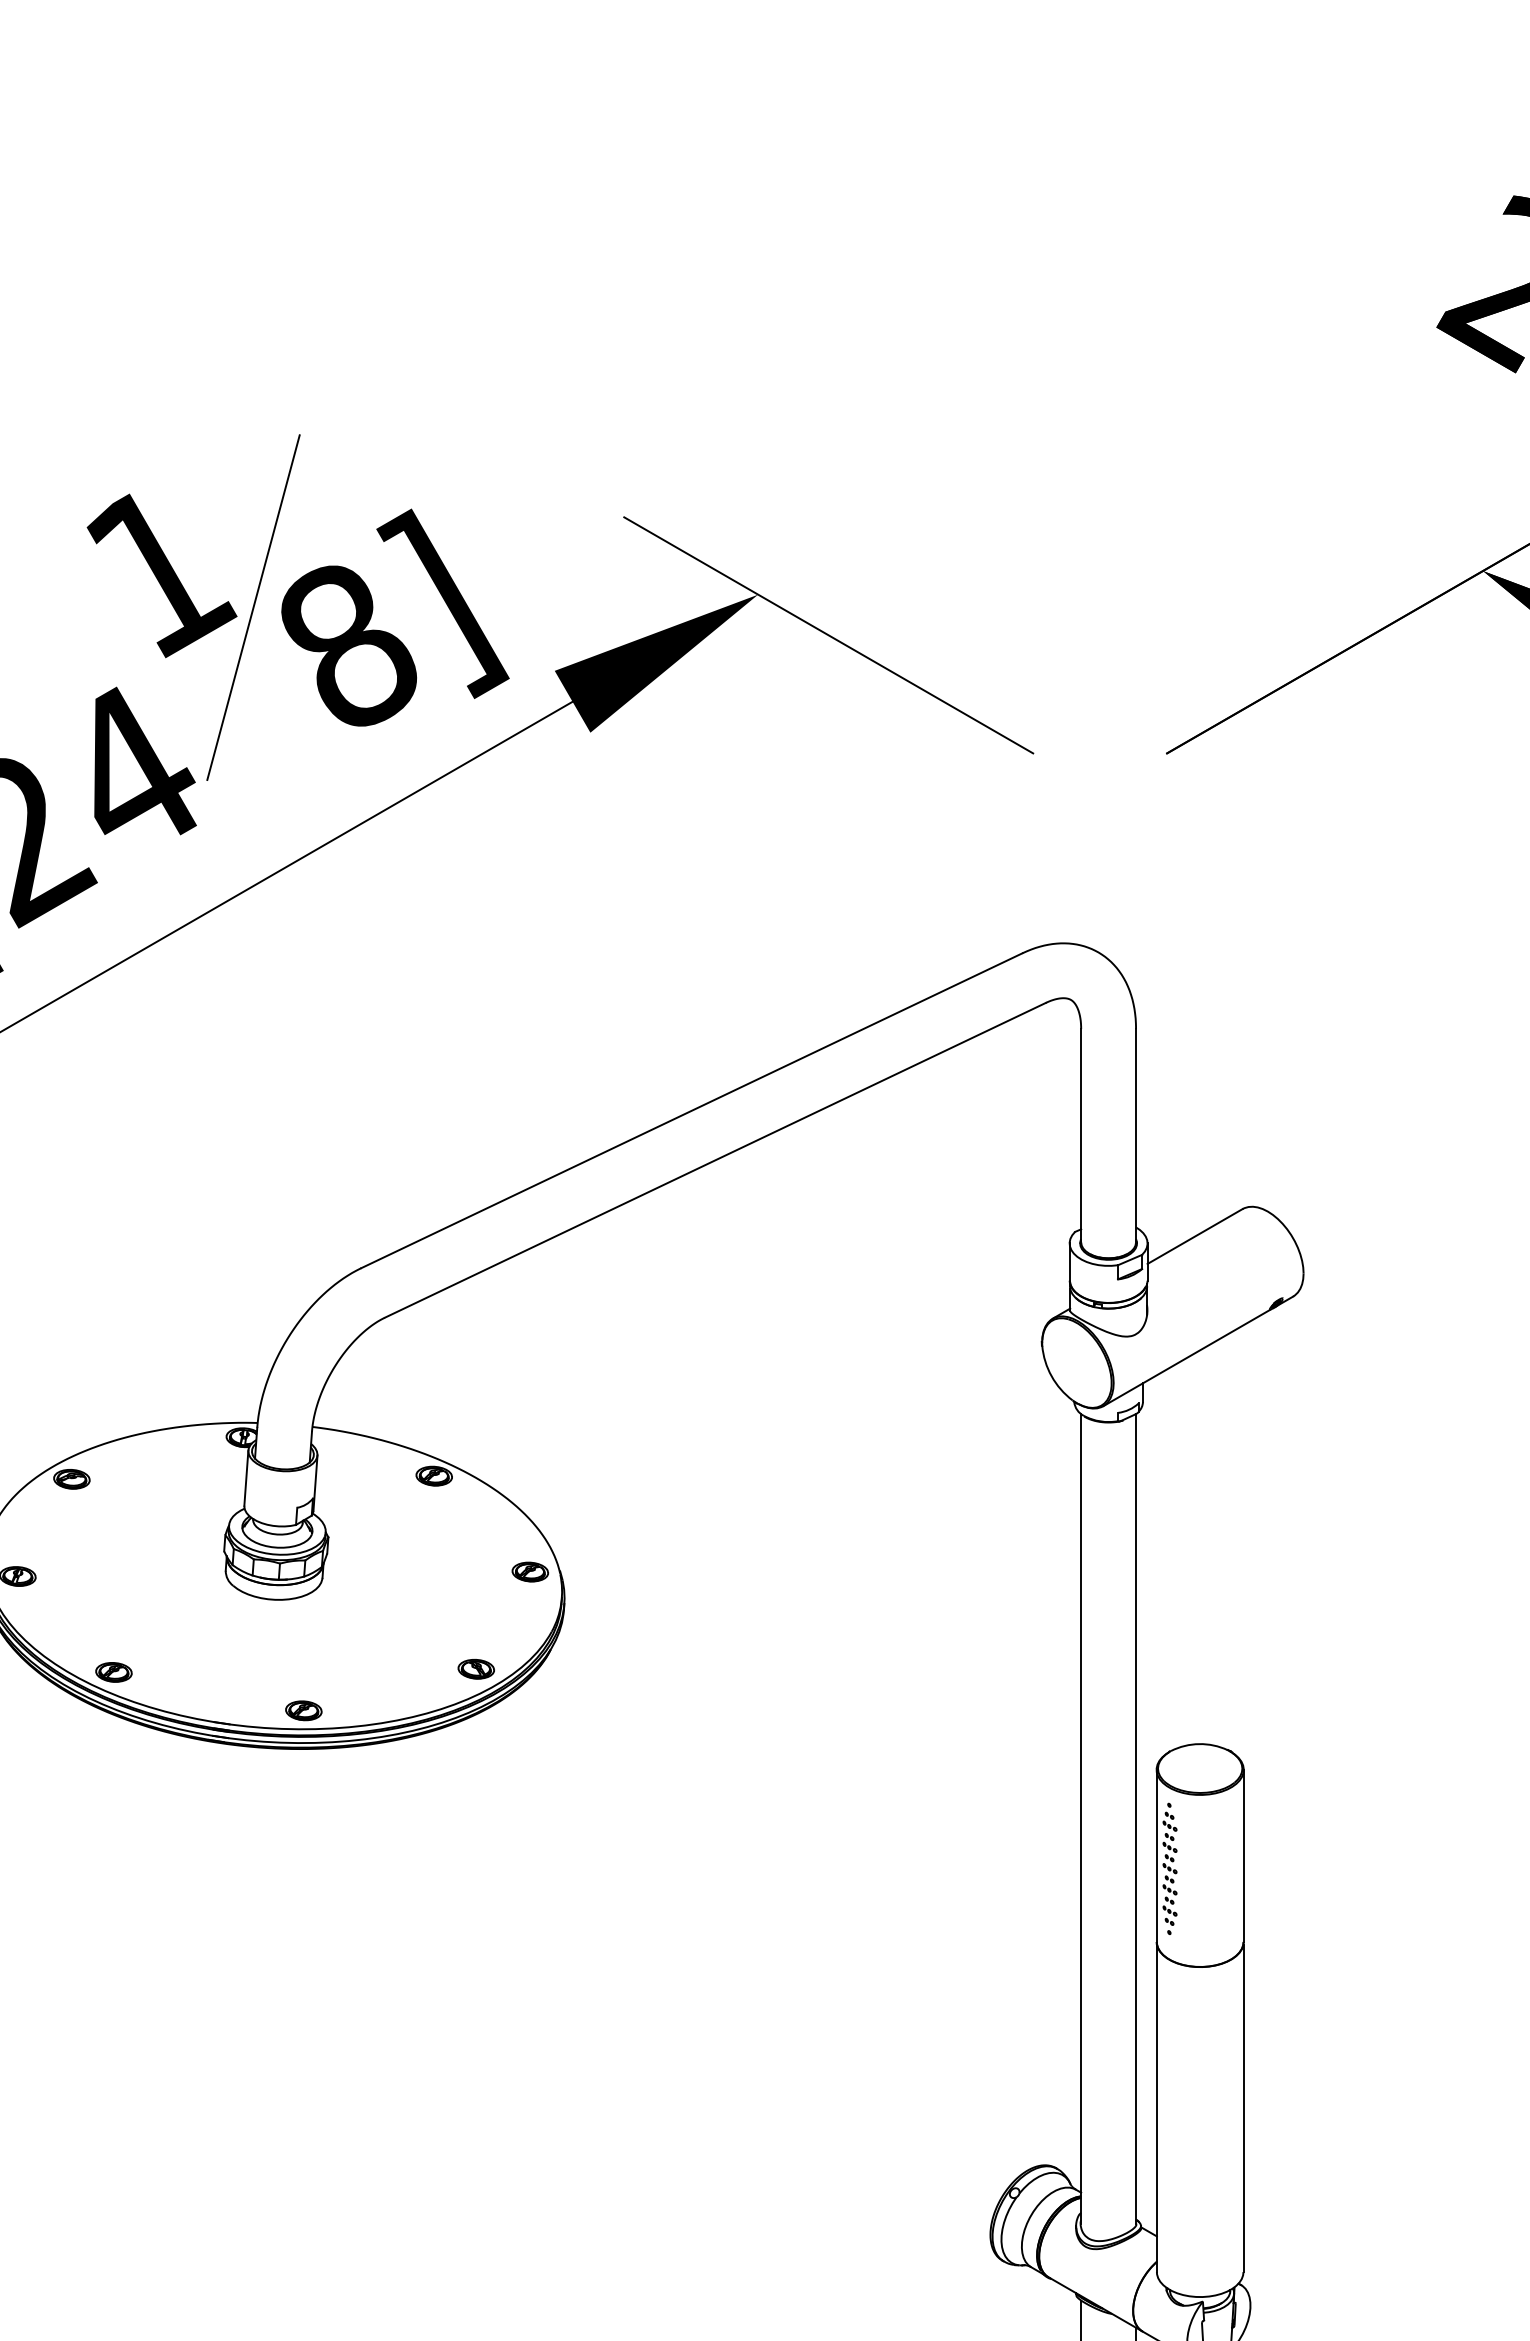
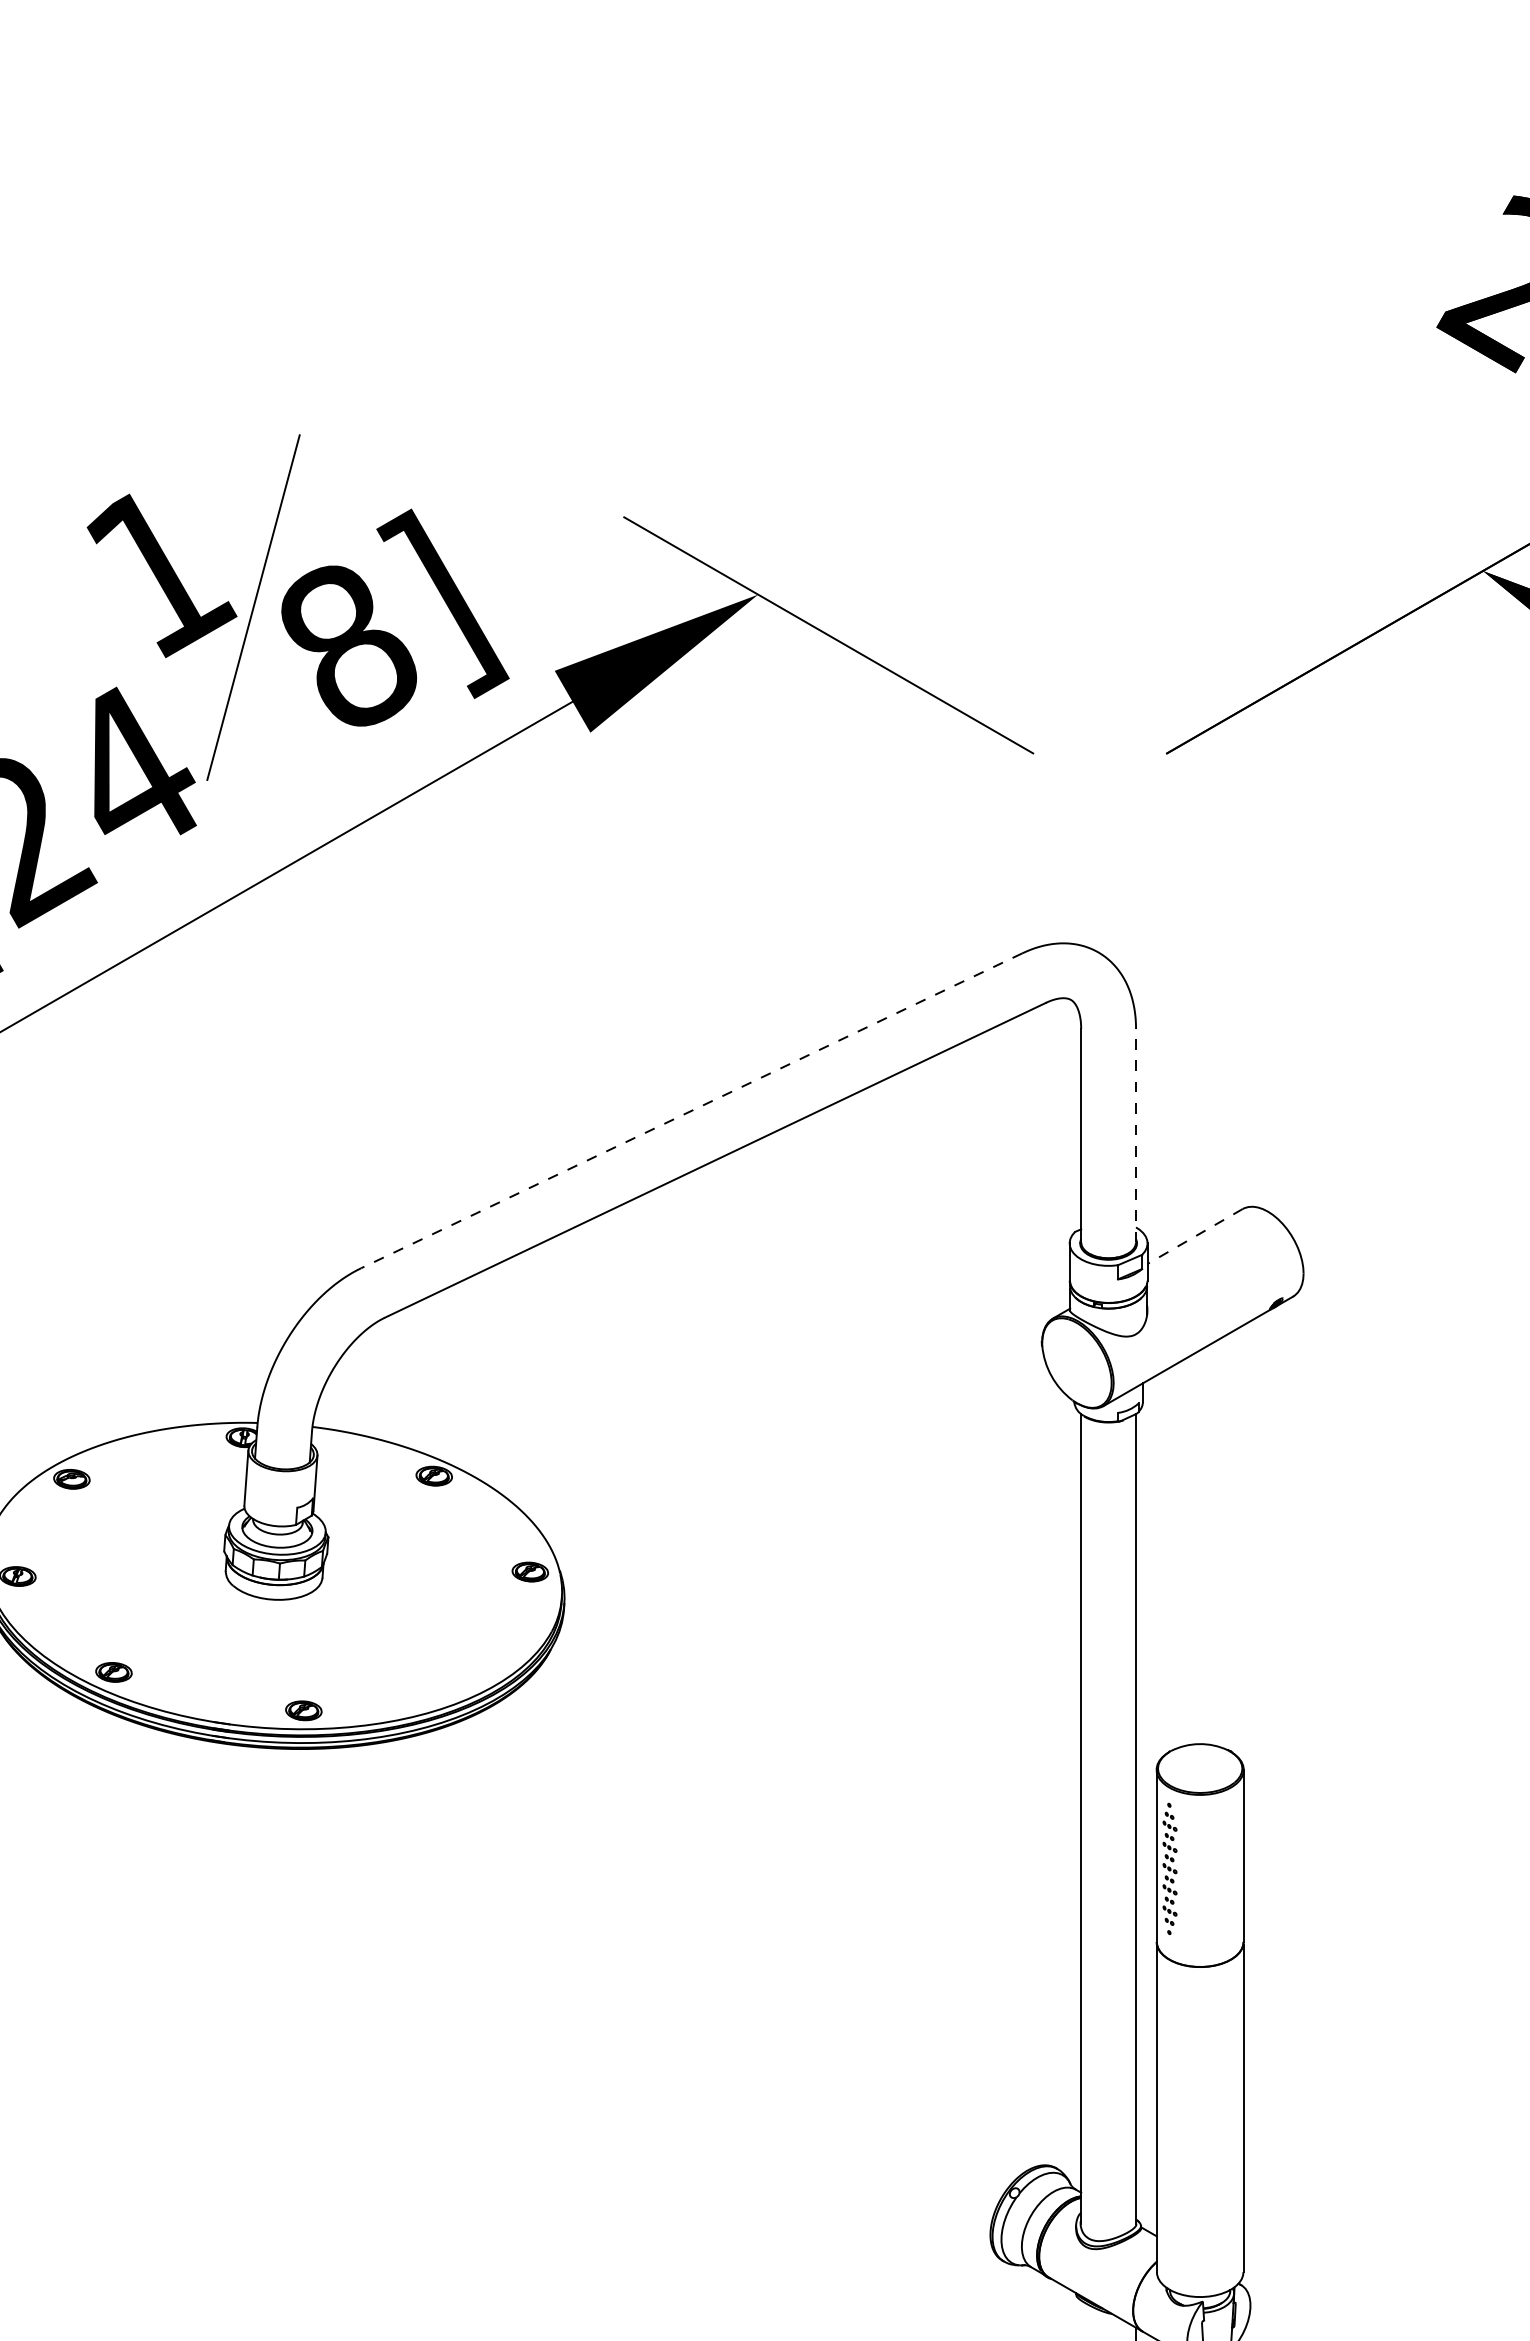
line at (691, 1111): solid -> dashed
line at (1136, 1135): solid -> dashed
line at (1195, 1236): solid -> dashed
part at (475, 1669): present -> none
line at (1081, 2318): present -> none
